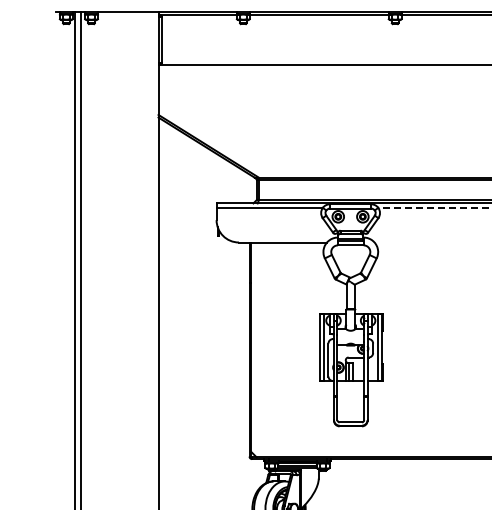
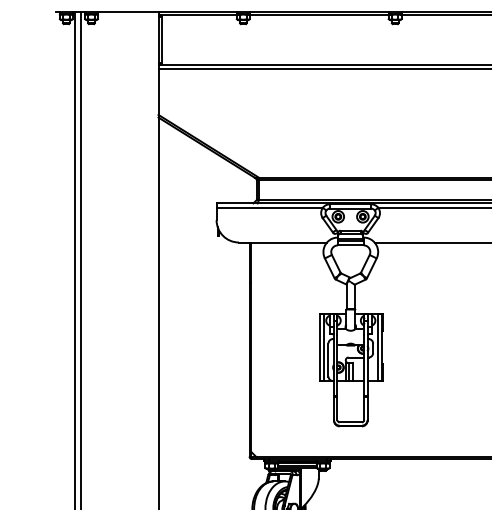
line at (323, 68): none -> present
line at (434, 207): dashed -> solid
line at (431, 242): none -> present
